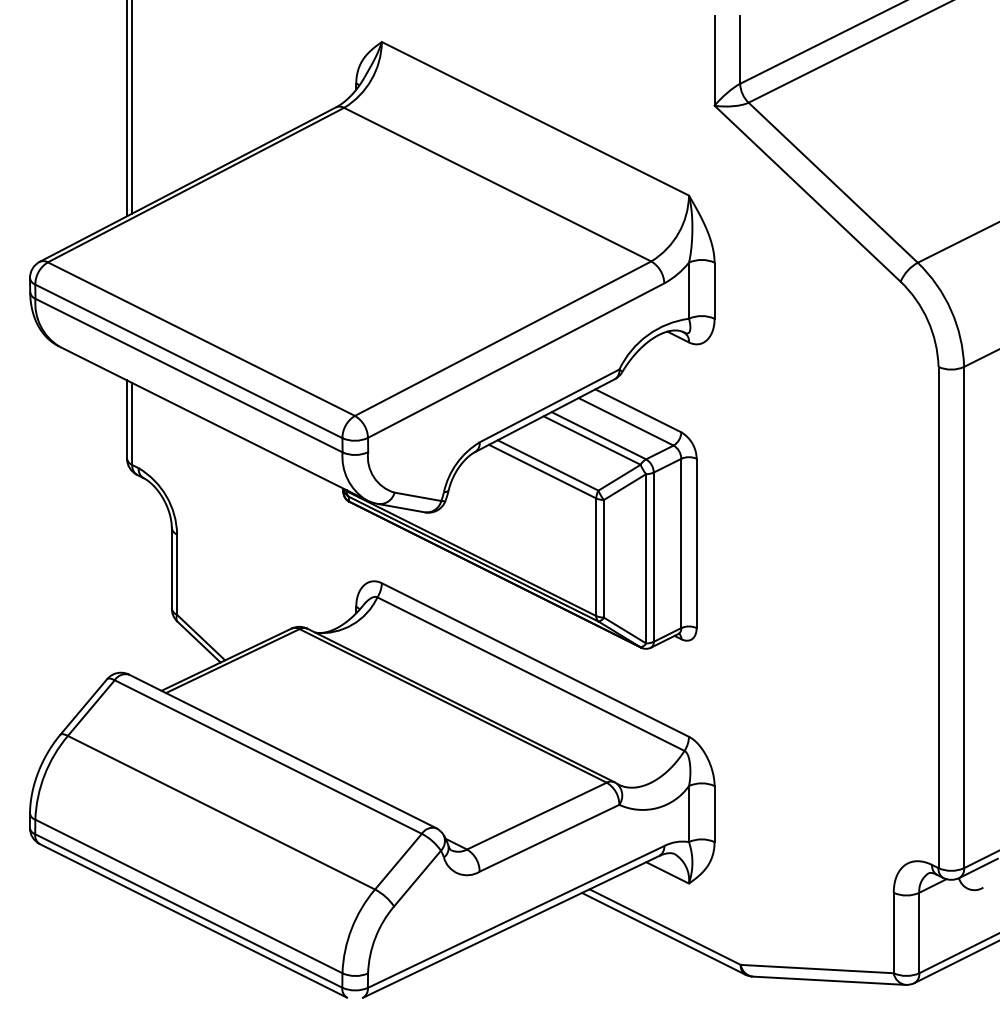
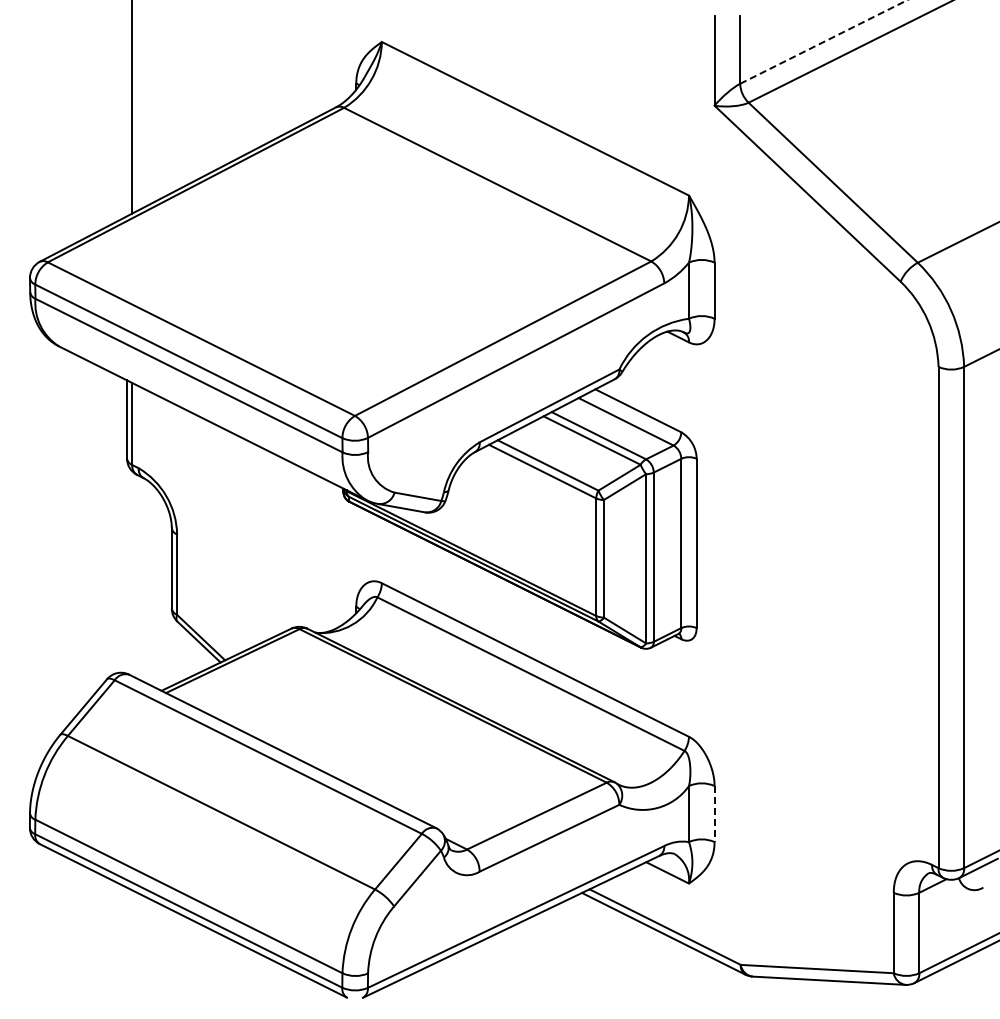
line at (824, 41): solid -> dashed
line at (127, 109): present -> none
line at (714, 814): solid -> dashed
